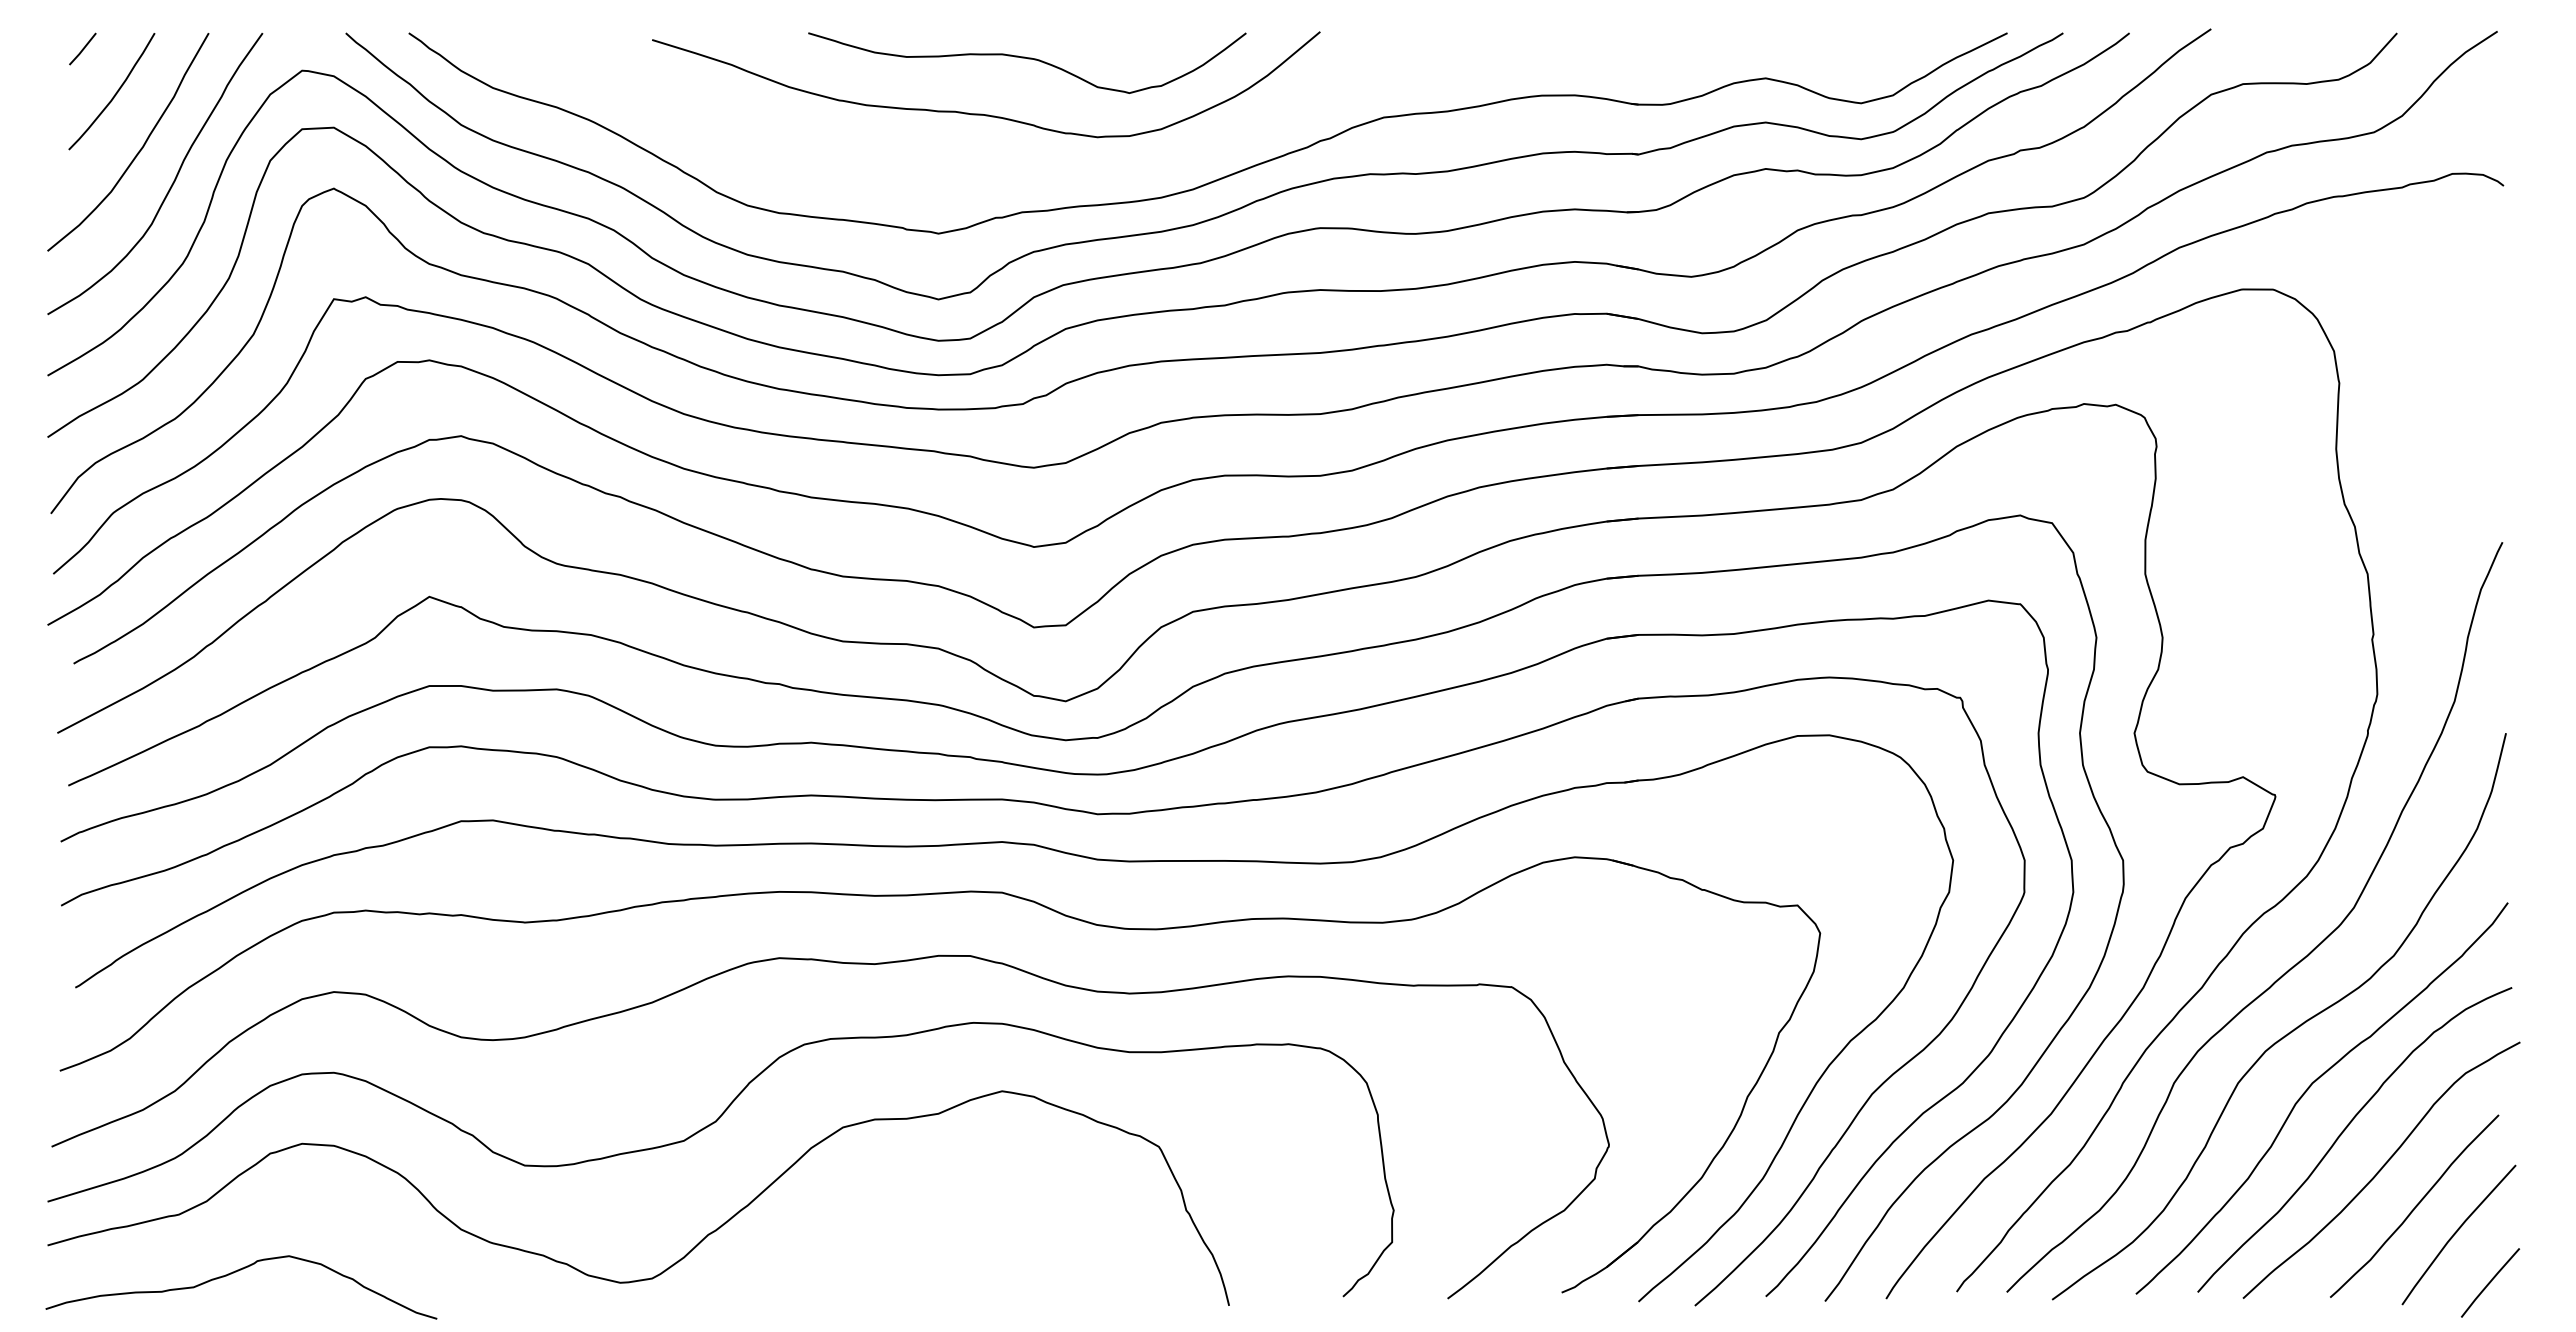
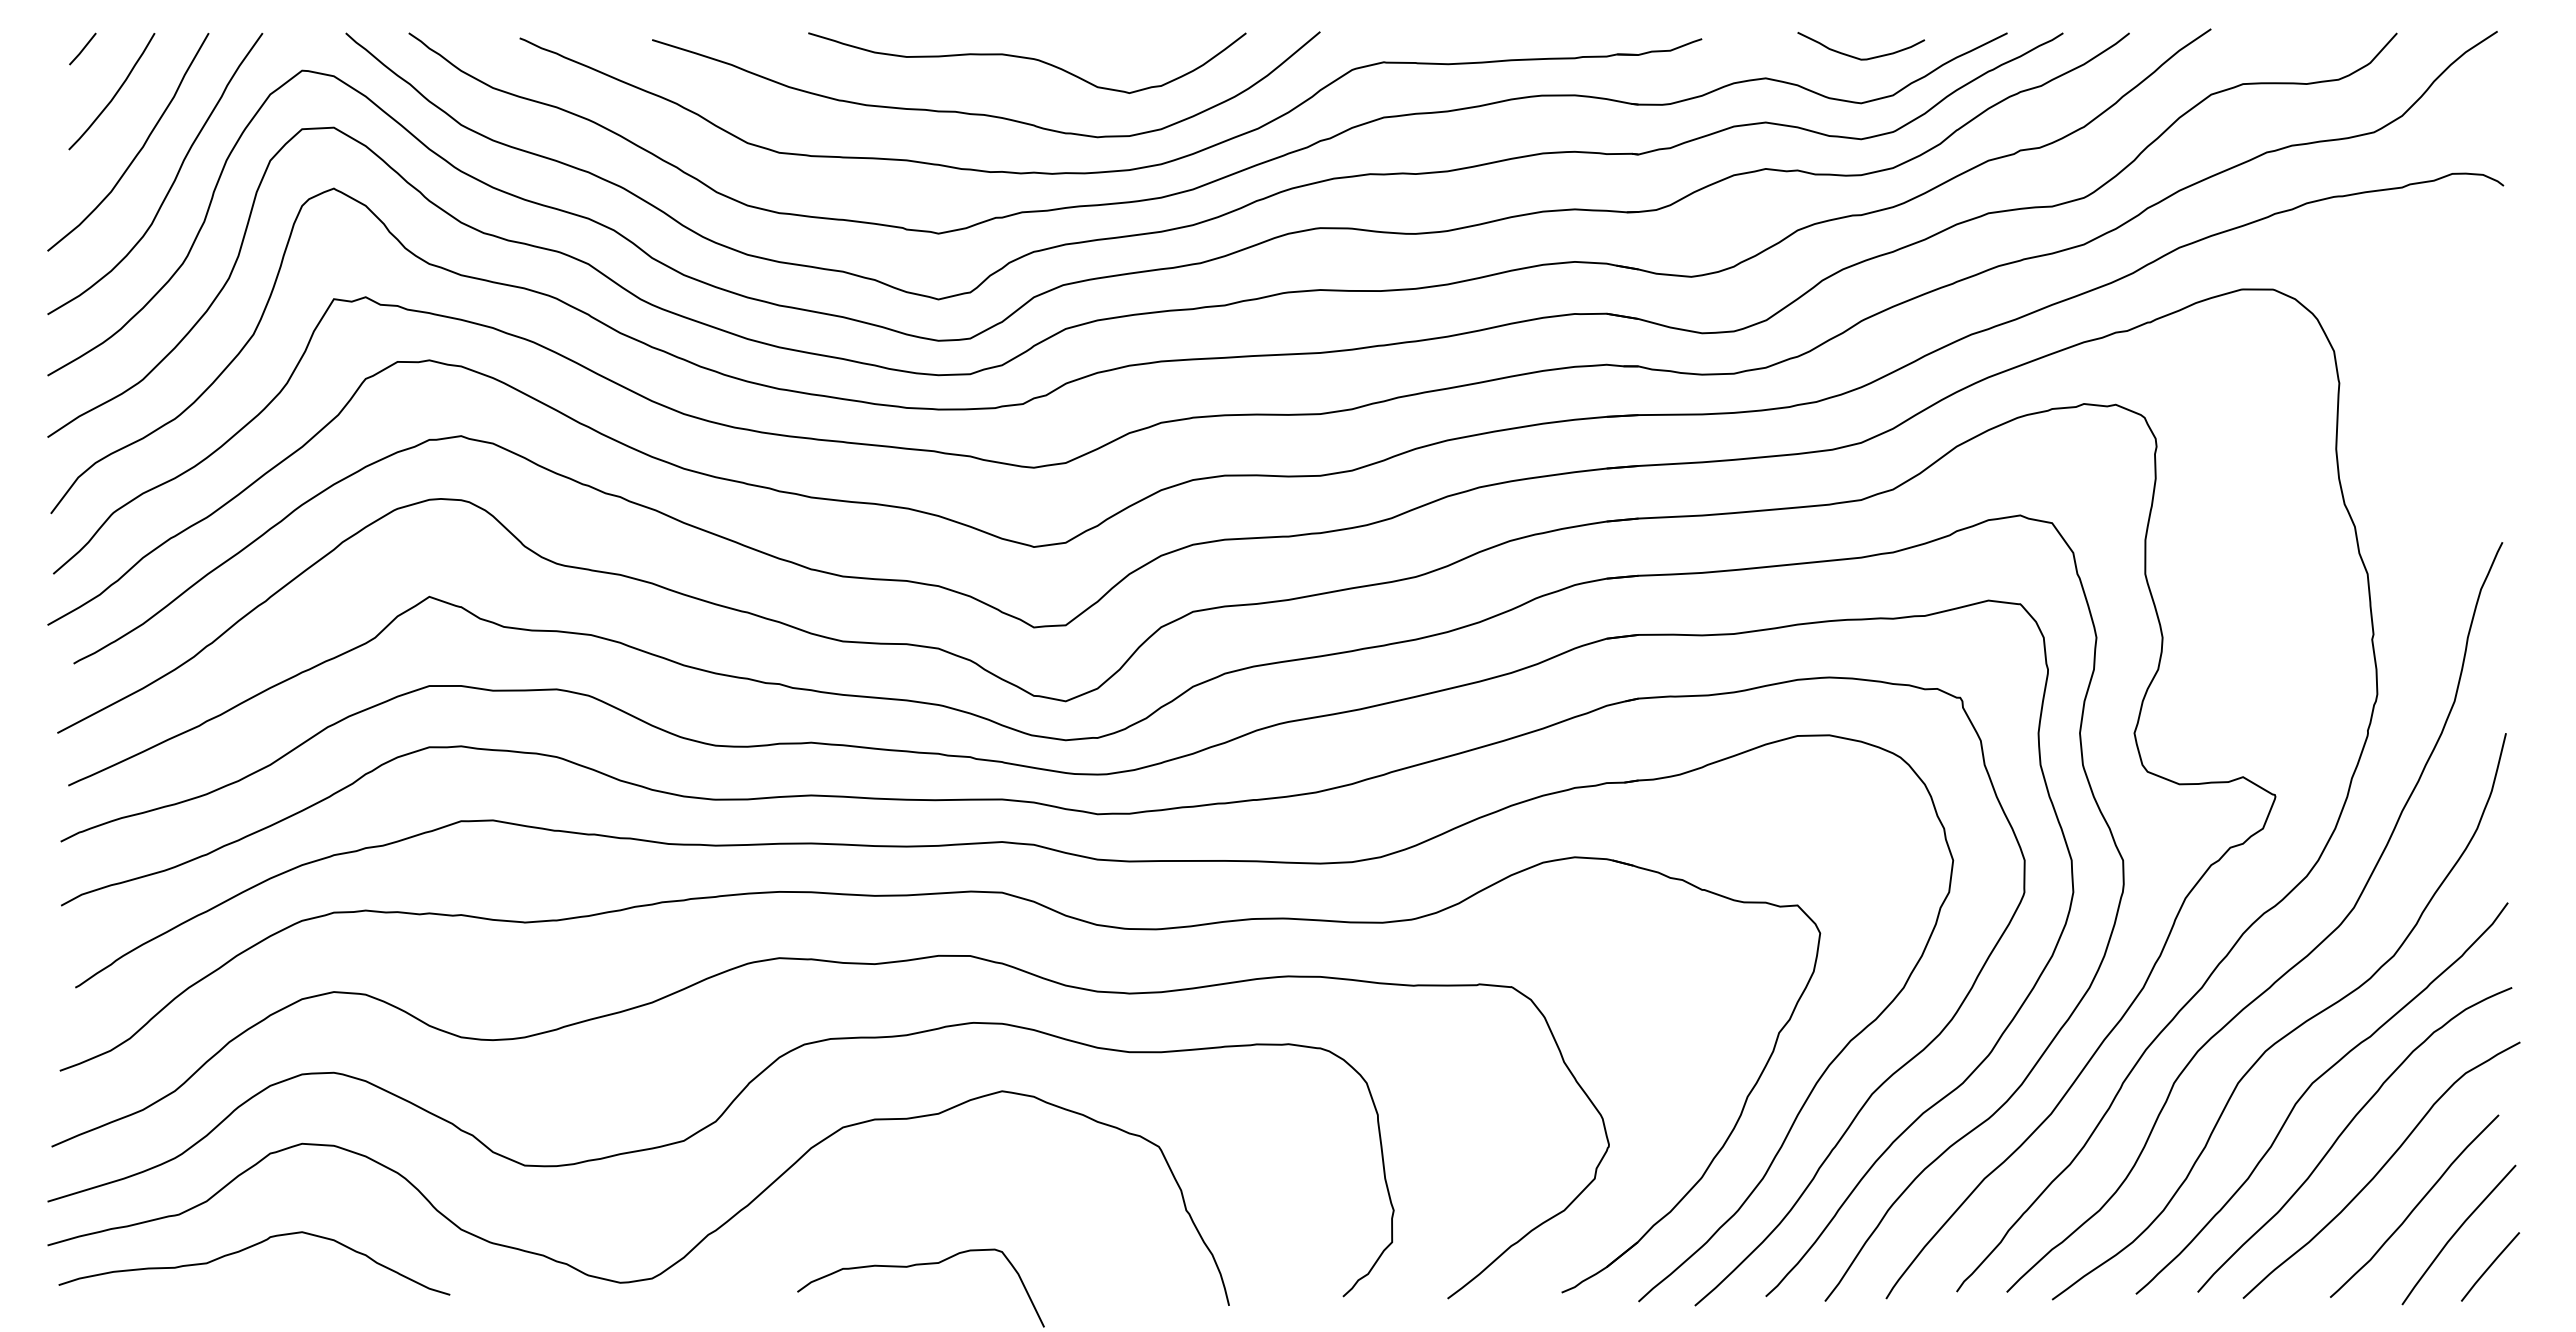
curve at (1858, 57): none -> present
part at (1120, 169): none -> present
curve at (920, 1265): none -> present
curve at (236, 1272) position: (236, 1272) -> (249, 1248)
line at (2490, 1282) position: (2490, 1282) -> (2490, 1266)
